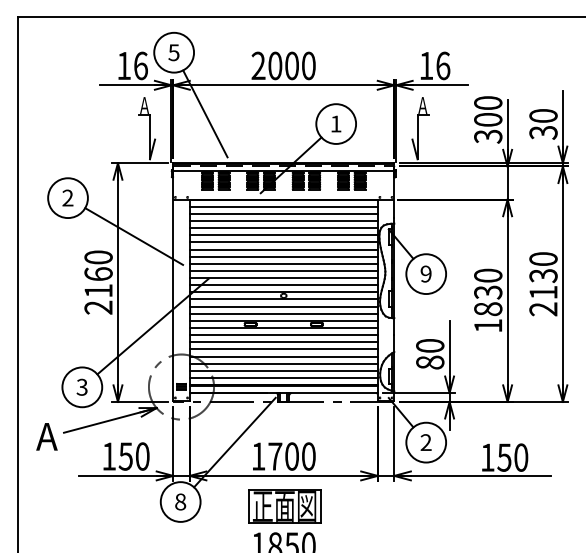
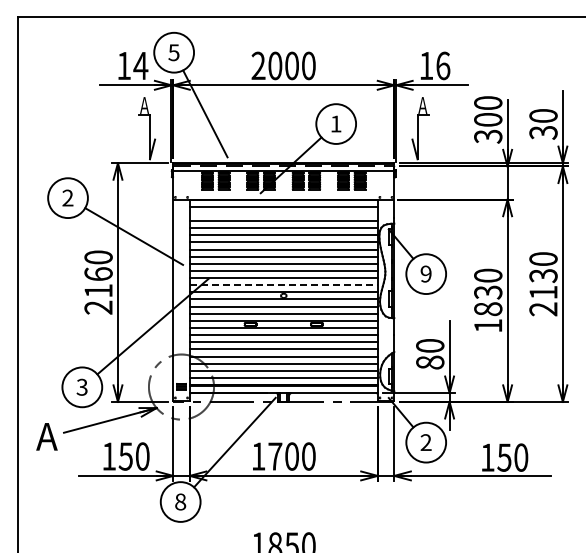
text at (140, 65): 16 -> 14
line at (283, 213): present -> none
line at (283, 285): solid -> dashed
part at (284, 506): present -> none
